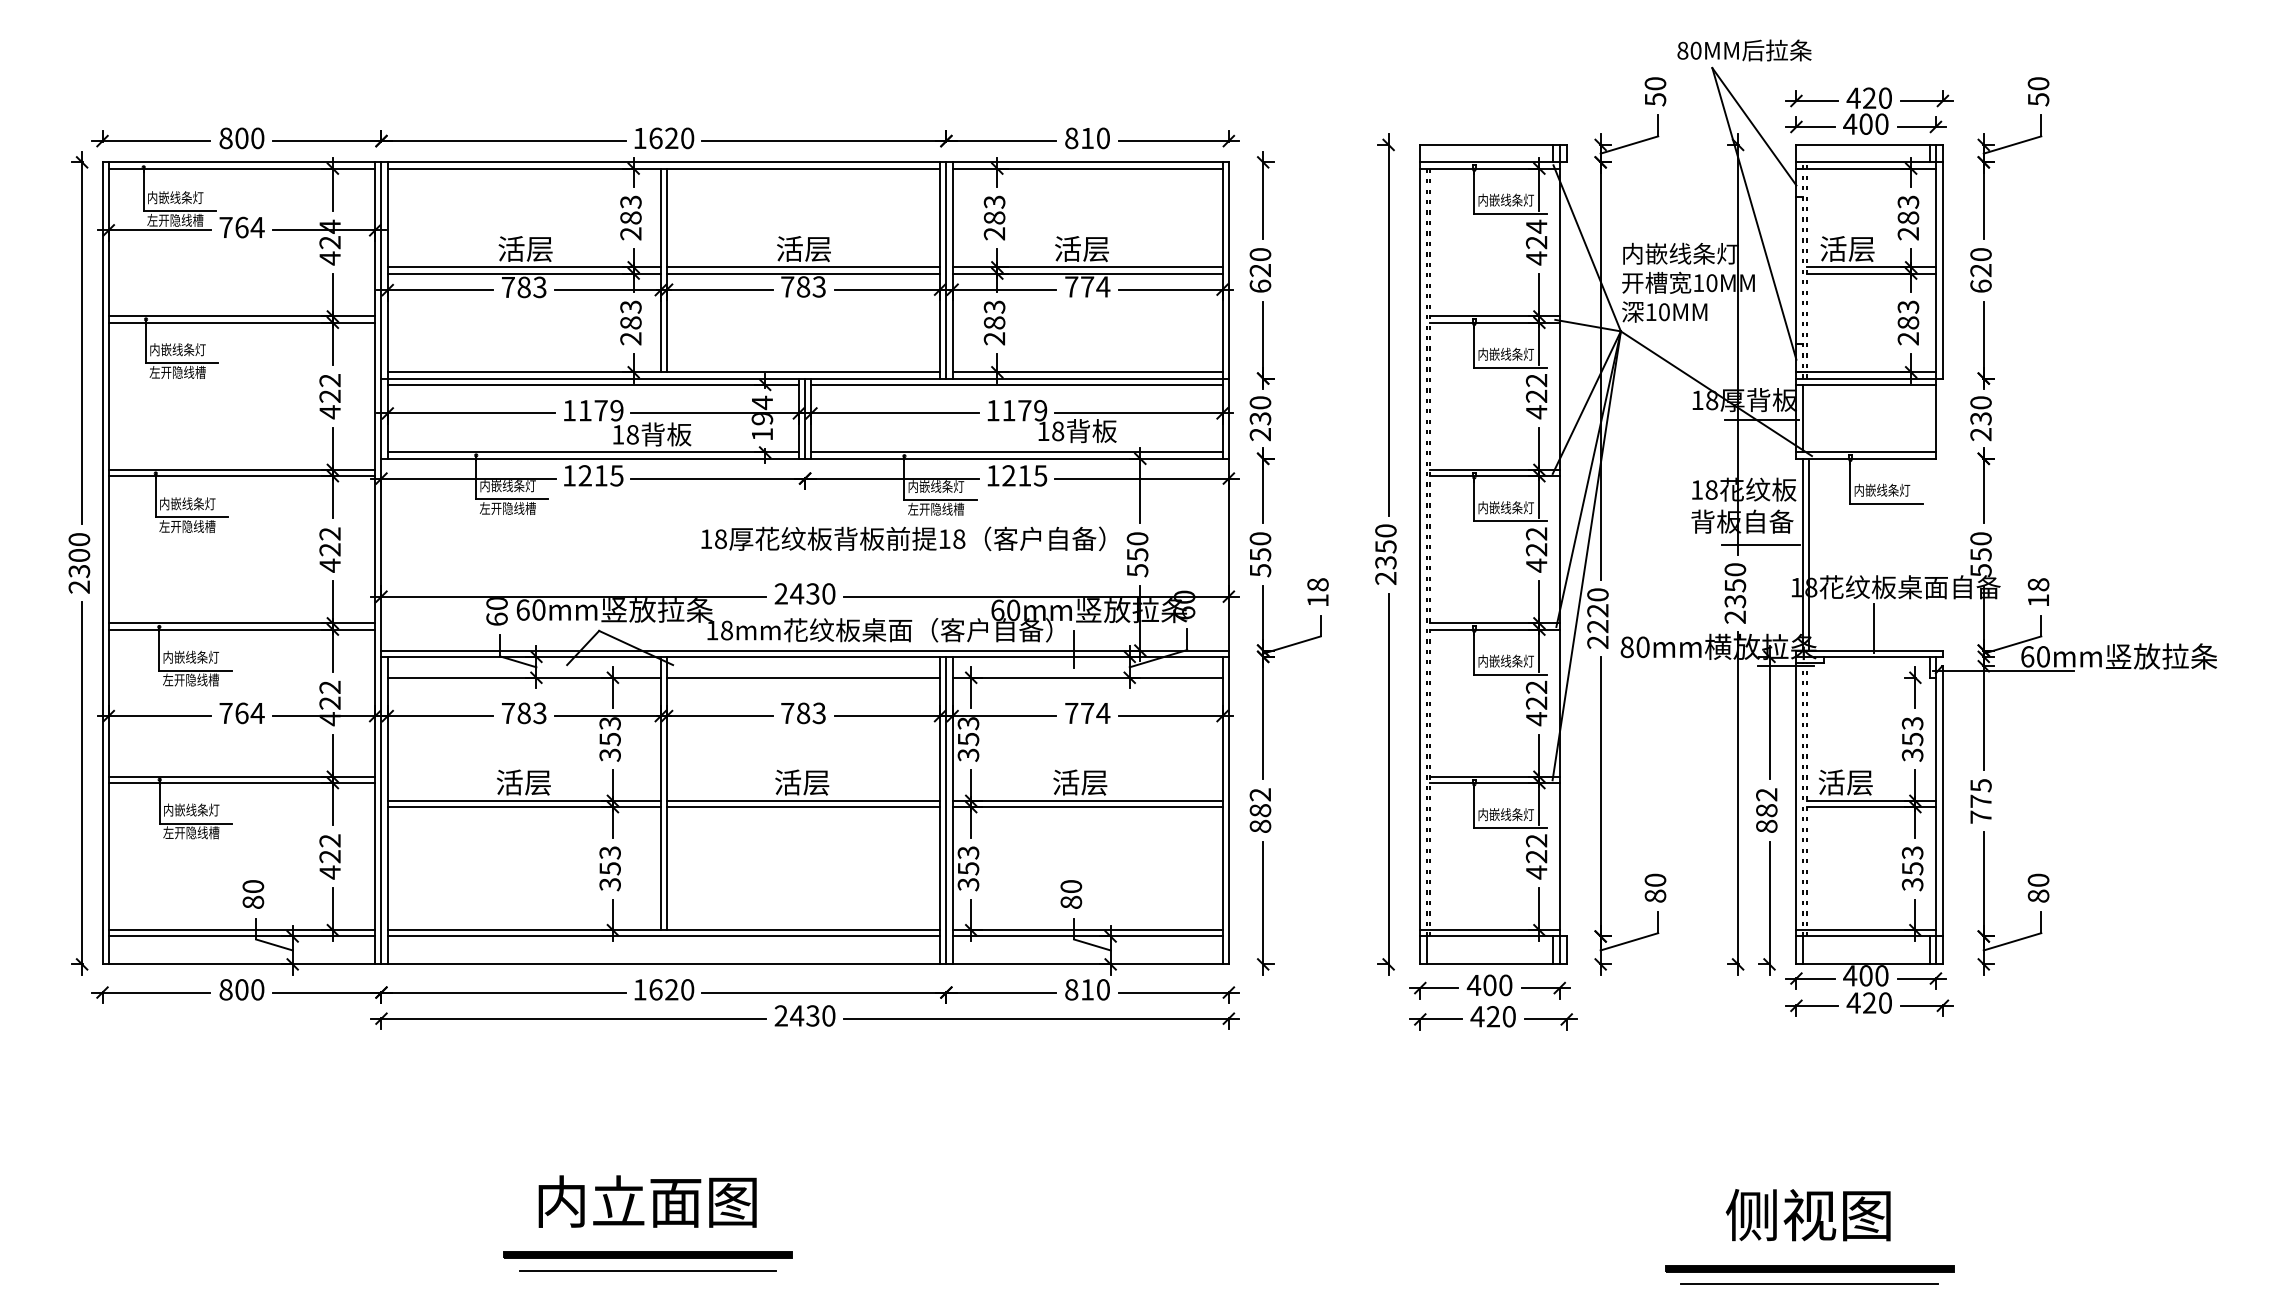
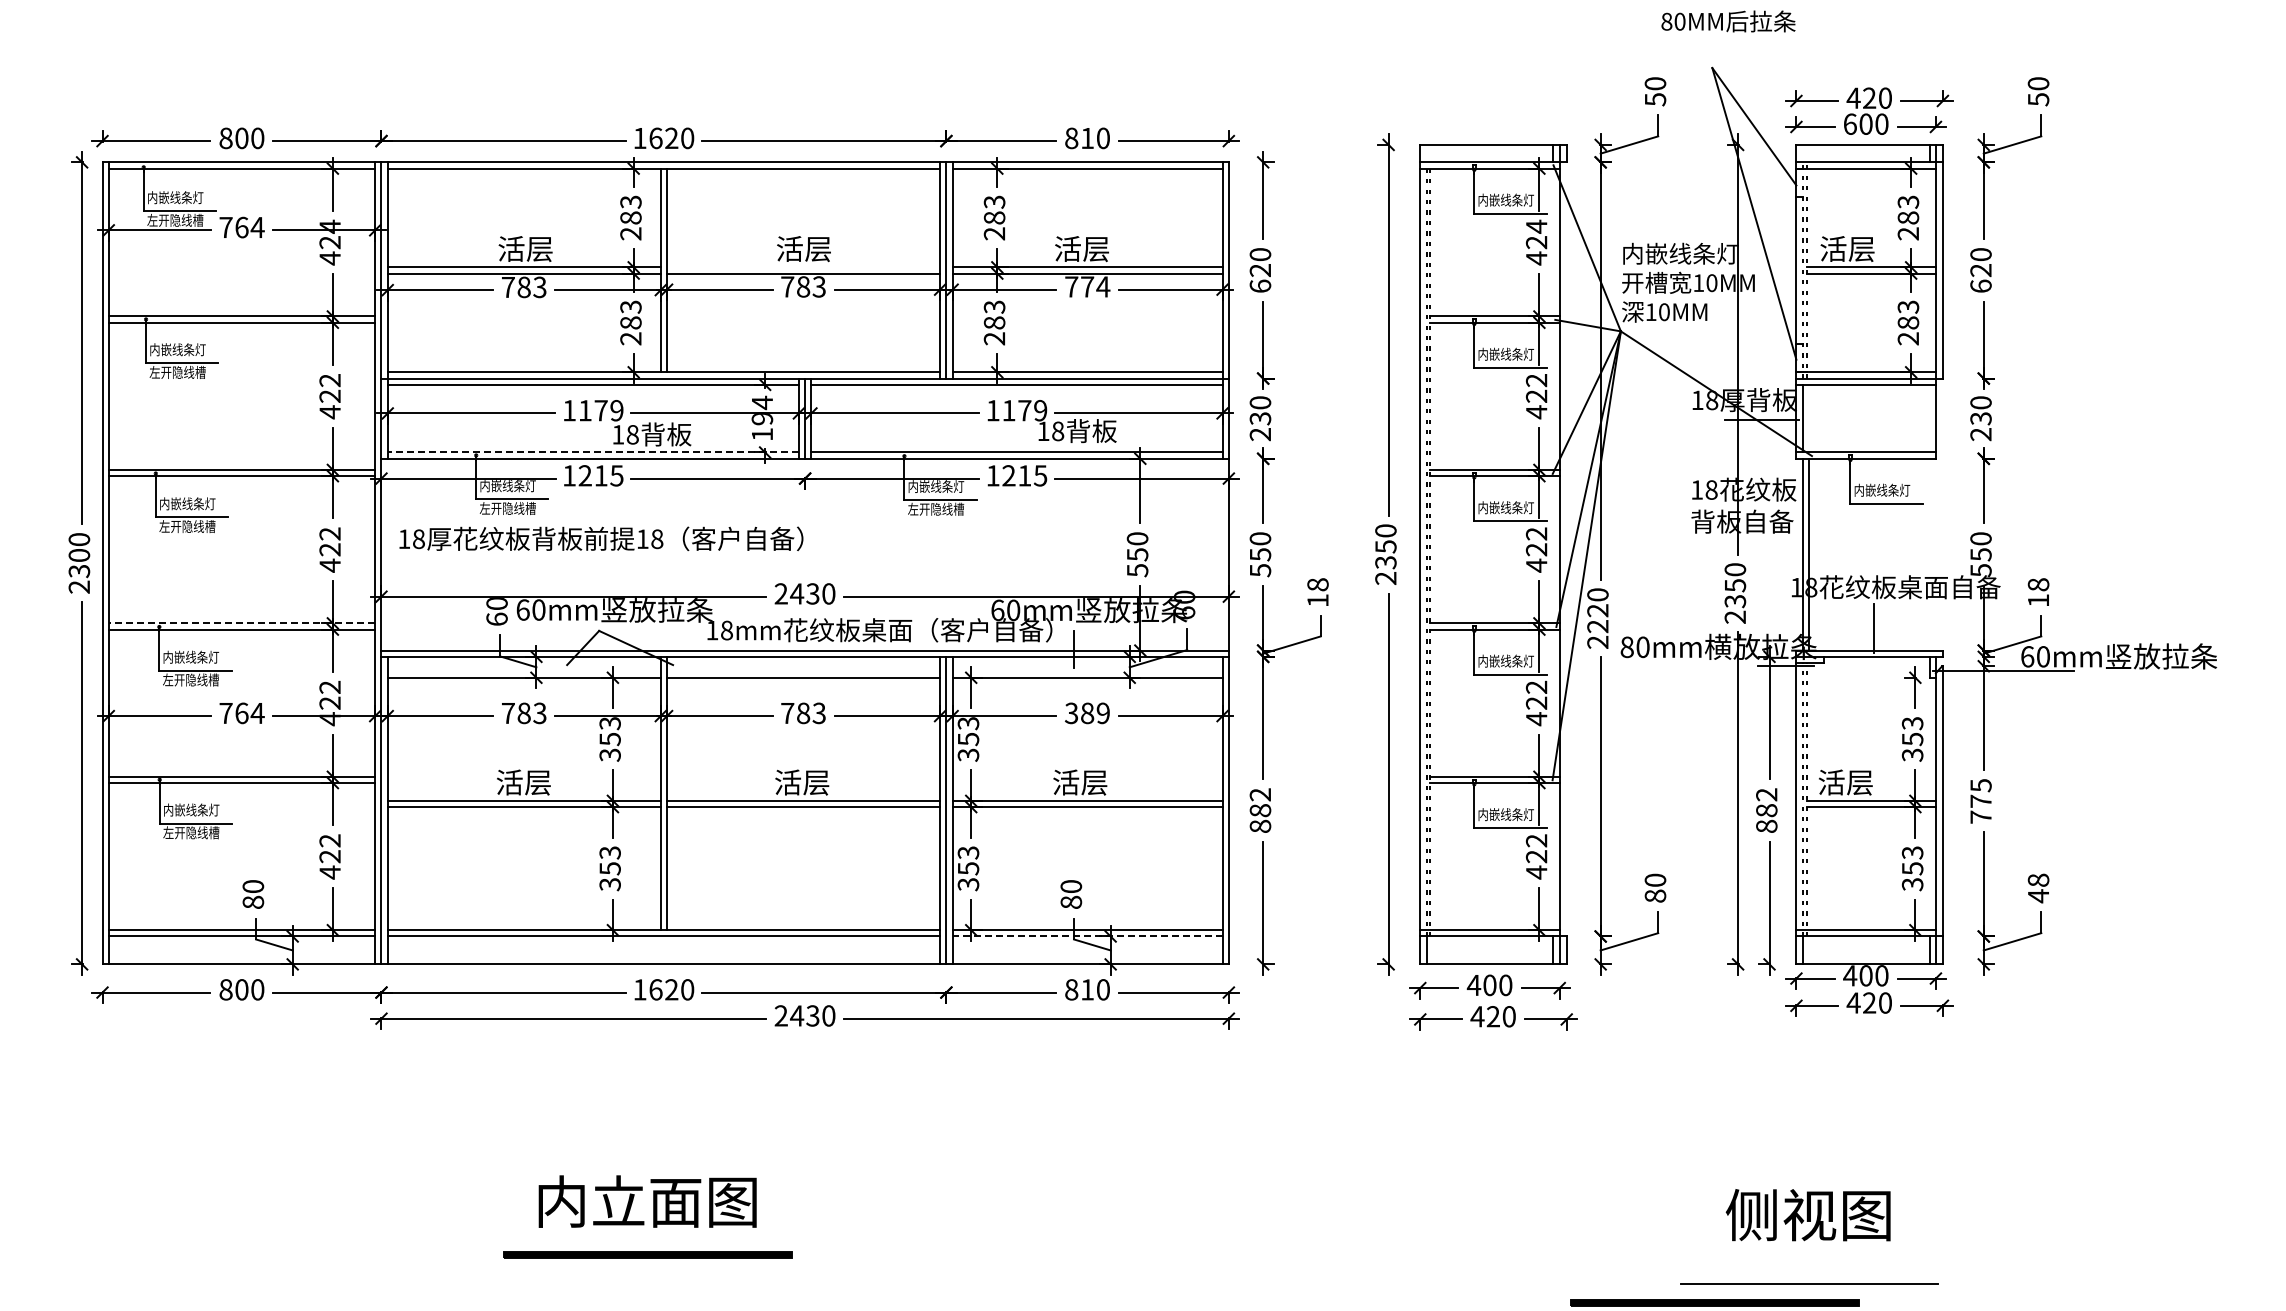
text at (1744, 50) position: (1744, 50) -> (1728, 21)
text at (1850, 123): 400 -> 600
line at (803, 267): present -> none
line at (593, 452): solid -> dashed
text at (903, 538) position: (903, 538) -> (601, 538)
line at (1760, 545): present -> none
line at (241, 623): solid -> dashed
text at (1087, 713): 774 -> 389
text at (2038, 888): 80 -> 48
line at (1087, 936): solid -> dashed
part at (1809, 1268) position: (1809, 1268) -> (1714, 1302)
line at (647, 1270): present -> none
